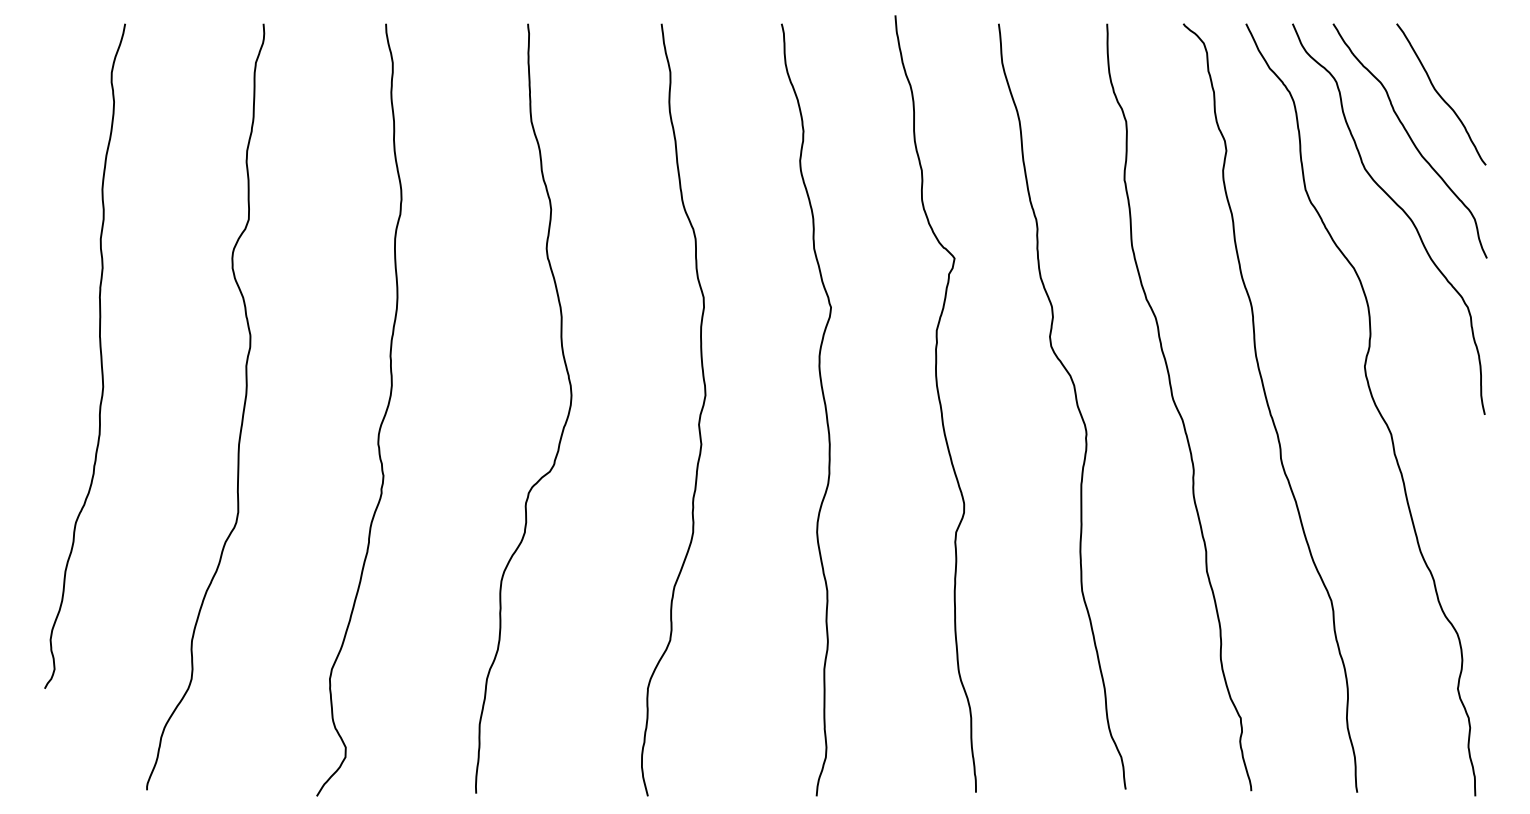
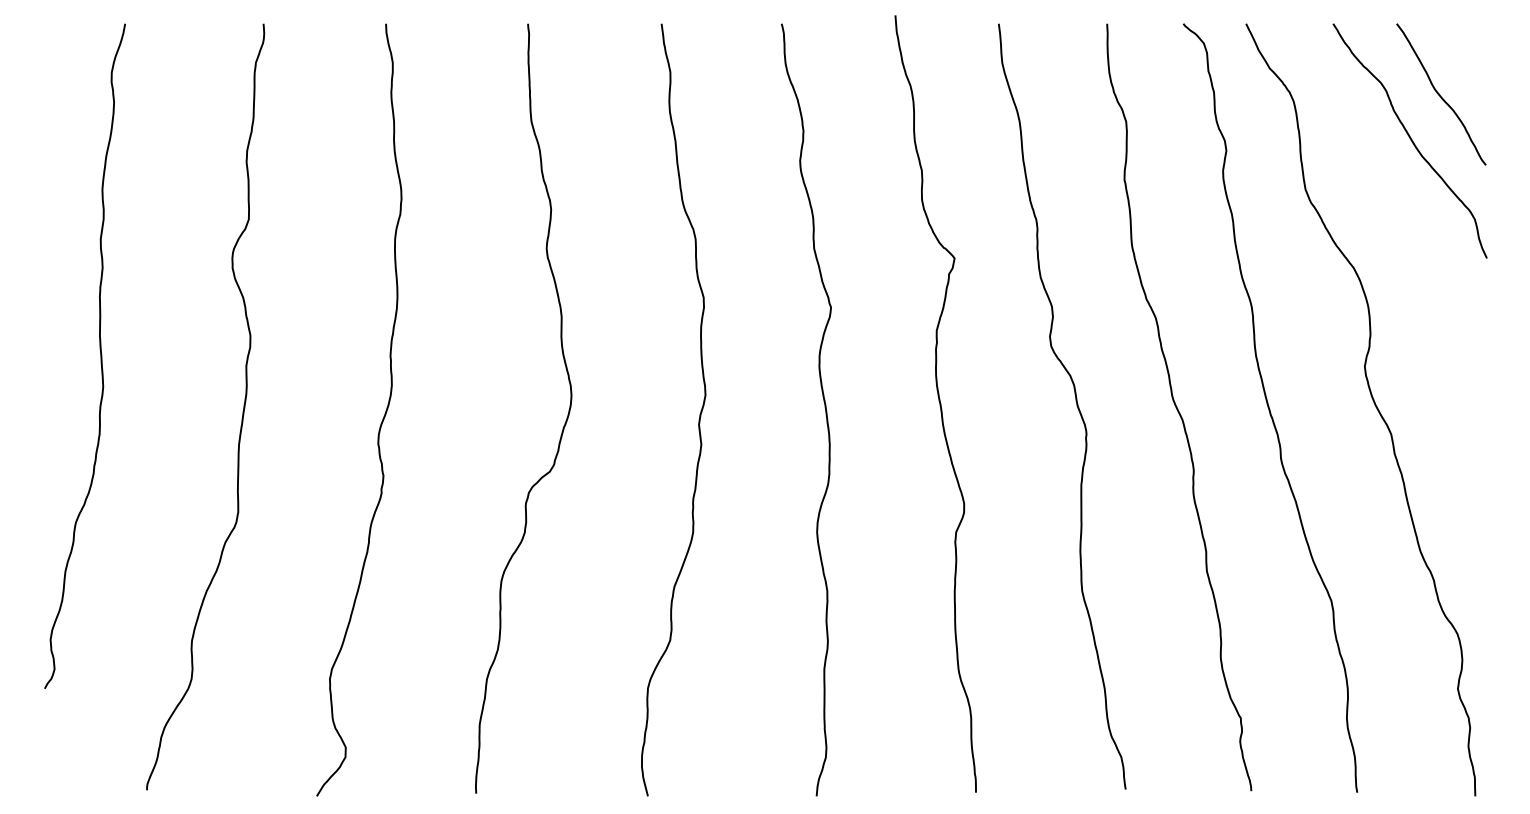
curve at (1398, 207): present -> none
